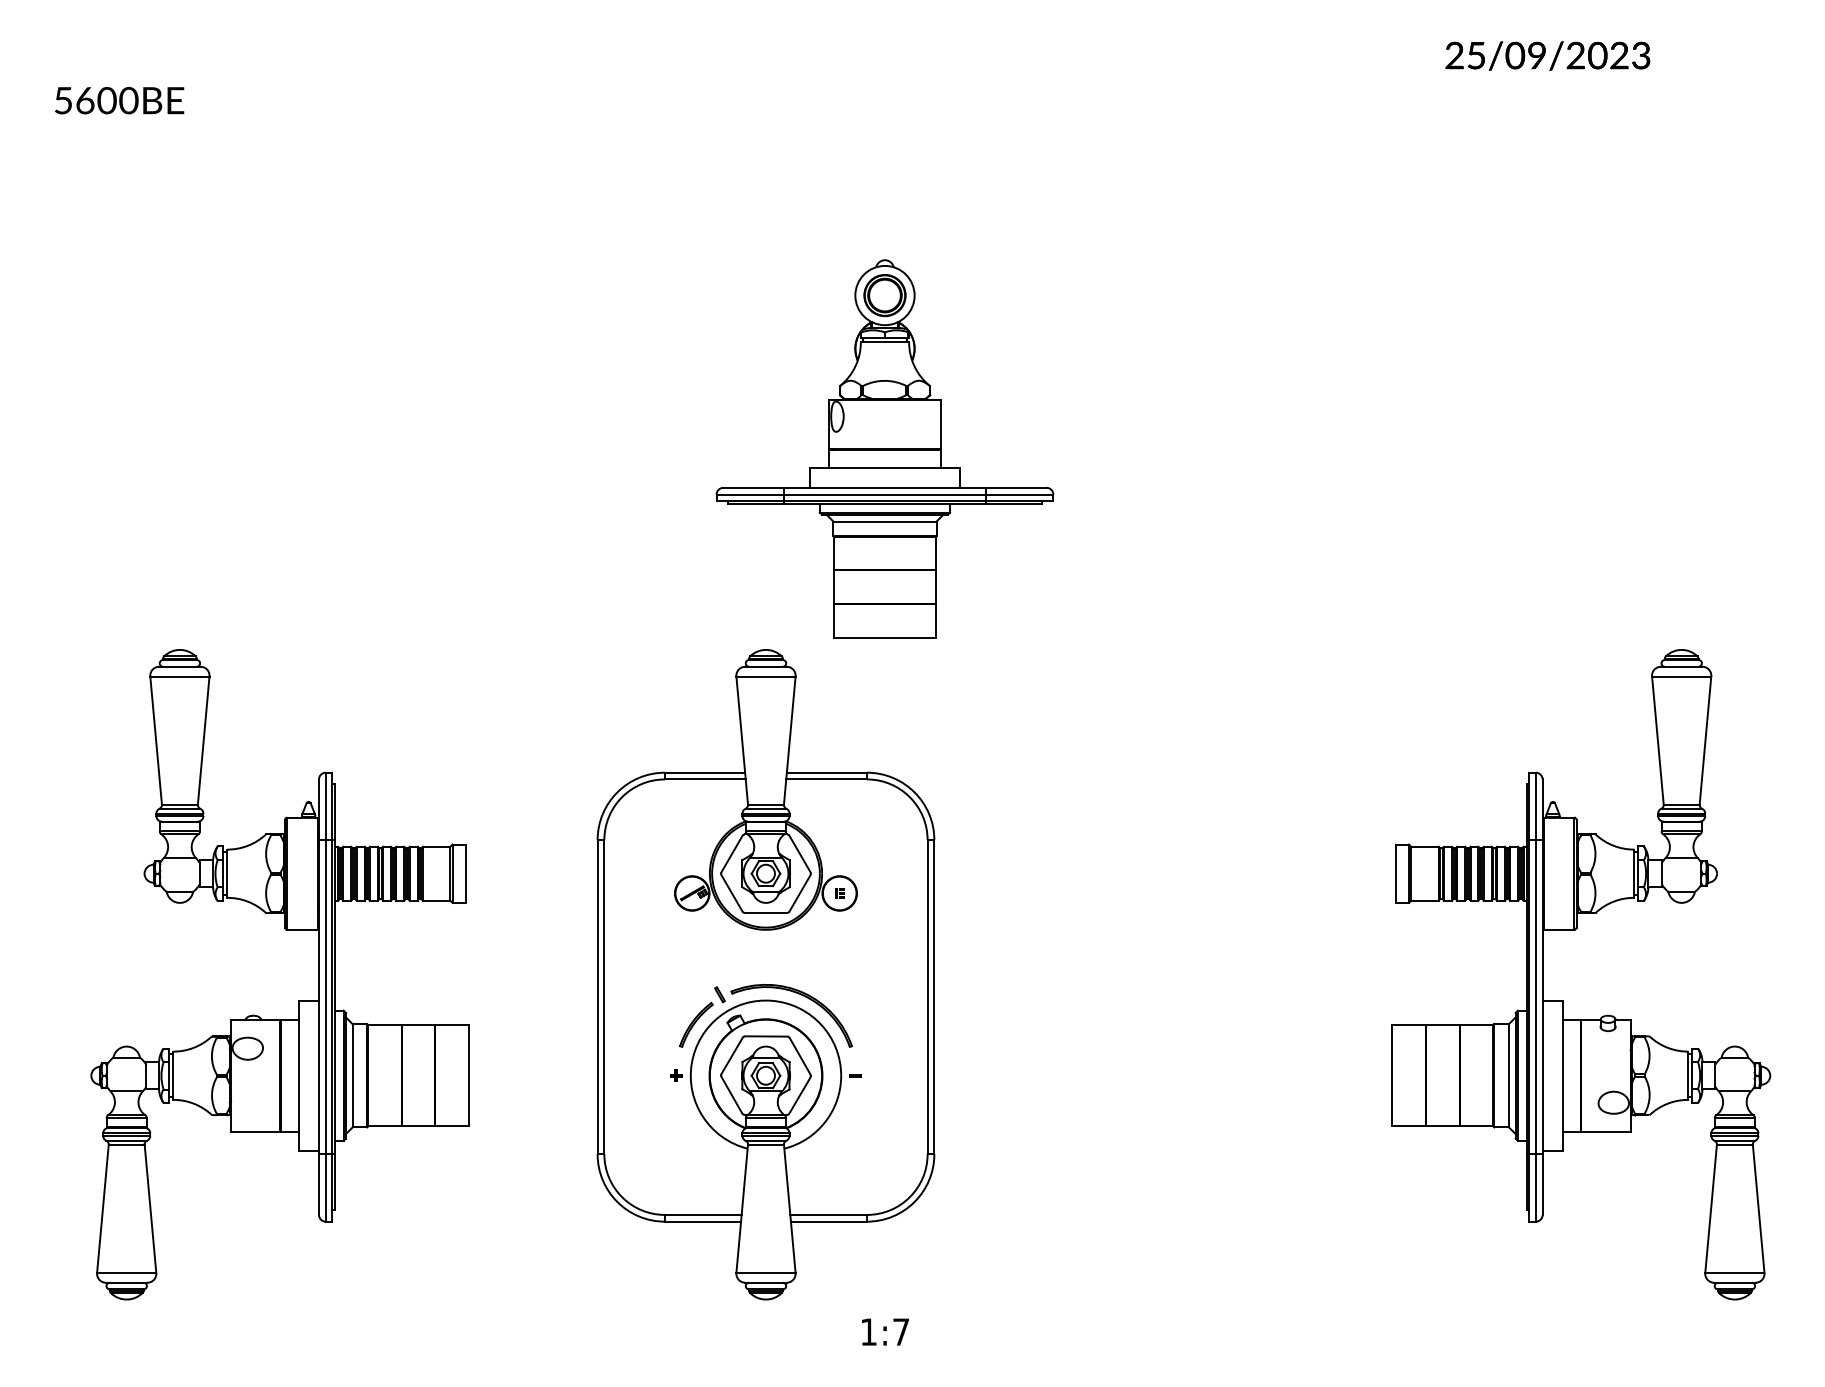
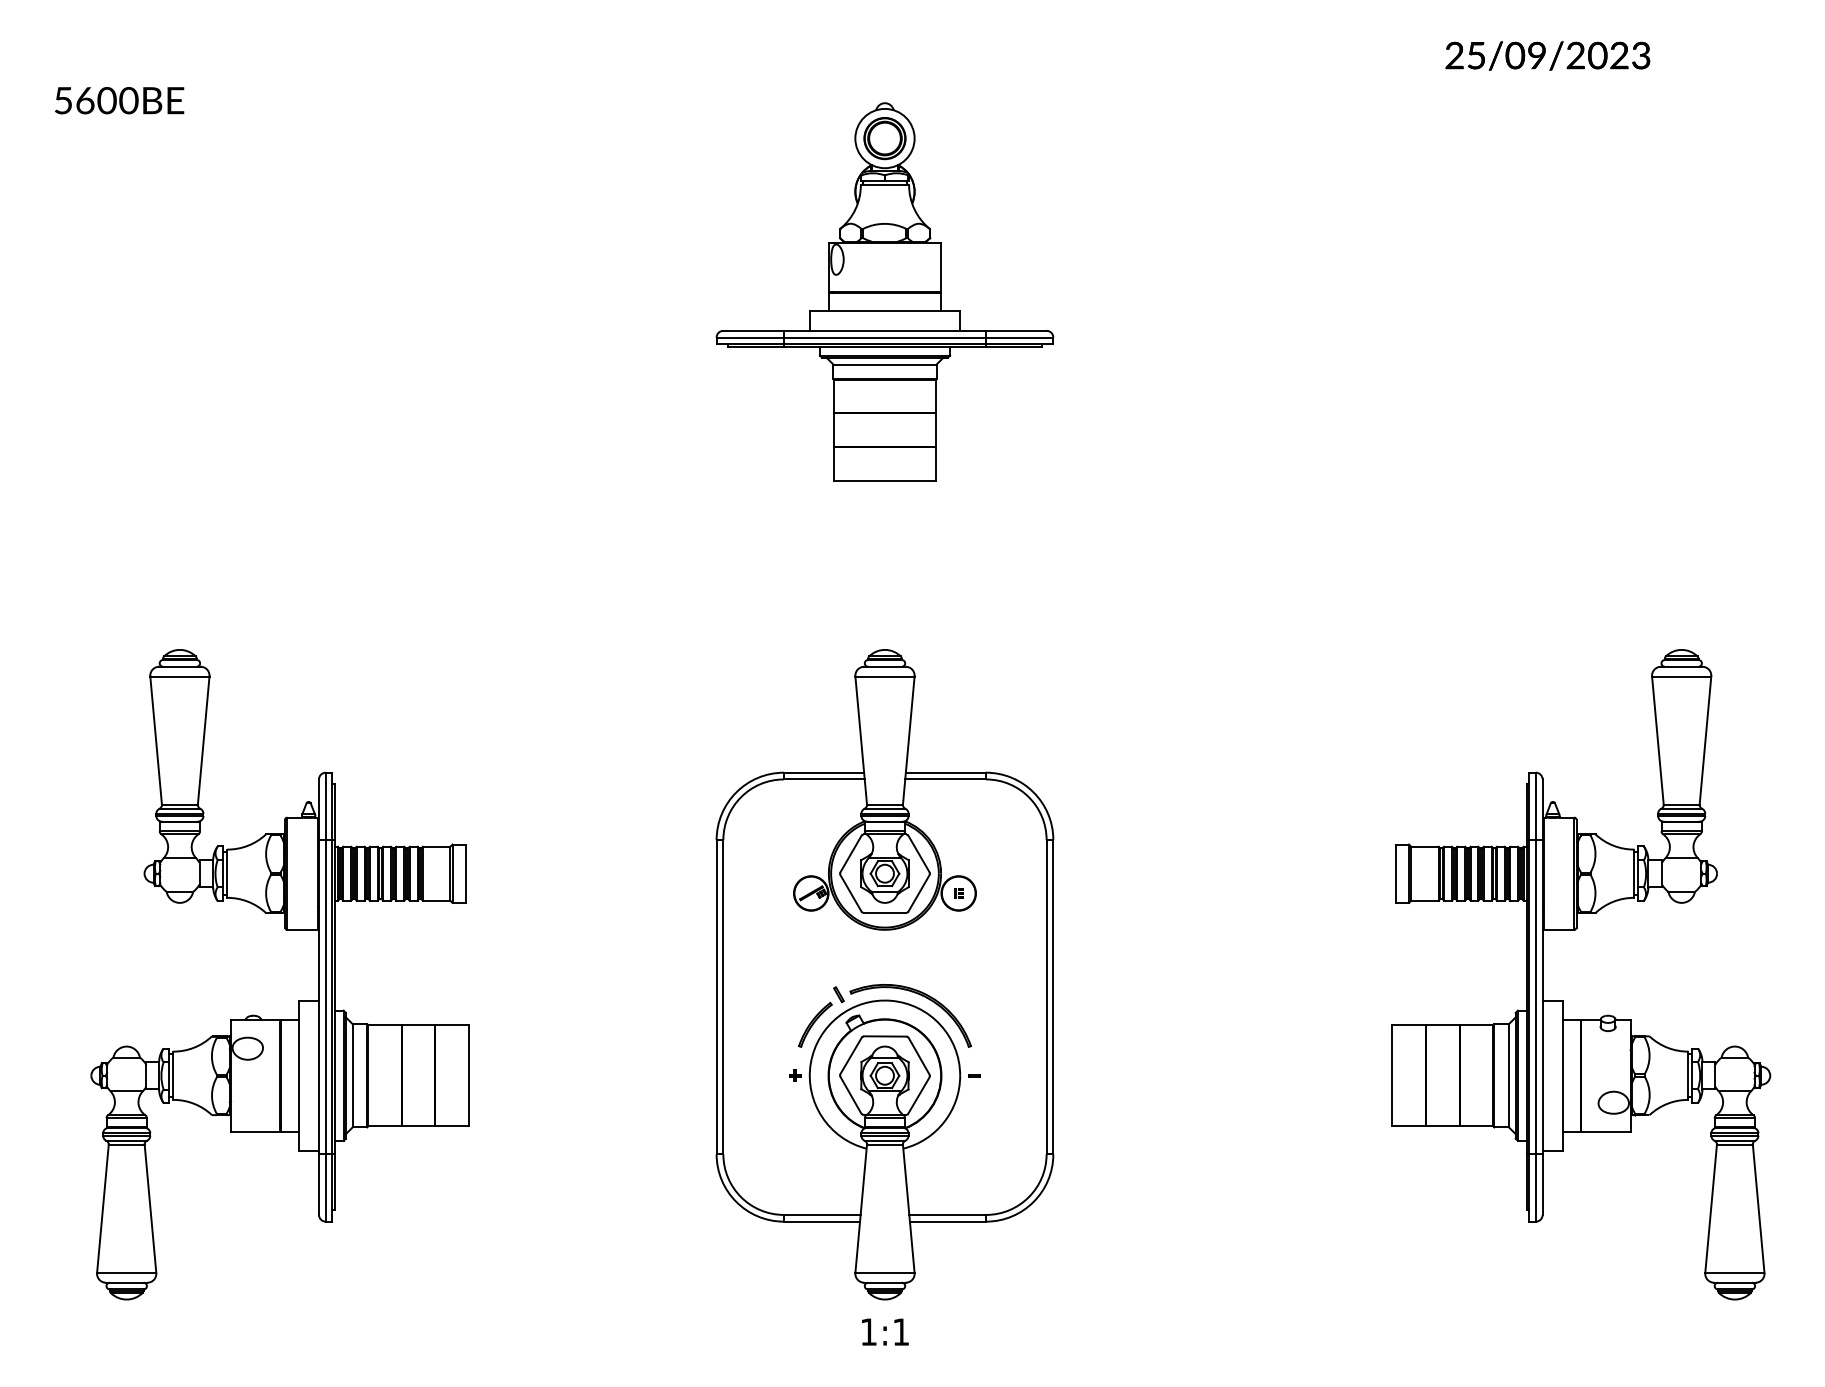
part at (884, 448) position: (884, 448) -> (884, 291)
part at (765, 974) position: (765, 974) -> (884, 974)
text at (900, 1331): 1:7 -> 1:1
